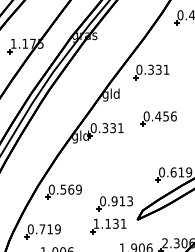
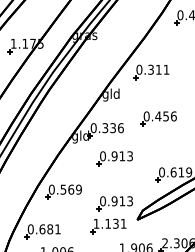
text at (158, 69): 0.331 -> 0.311
text at (120, 128): 0.331 -> 0.336
part at (114, 158): none -> present
text at (49, 229): 0.719 -> 0.681
